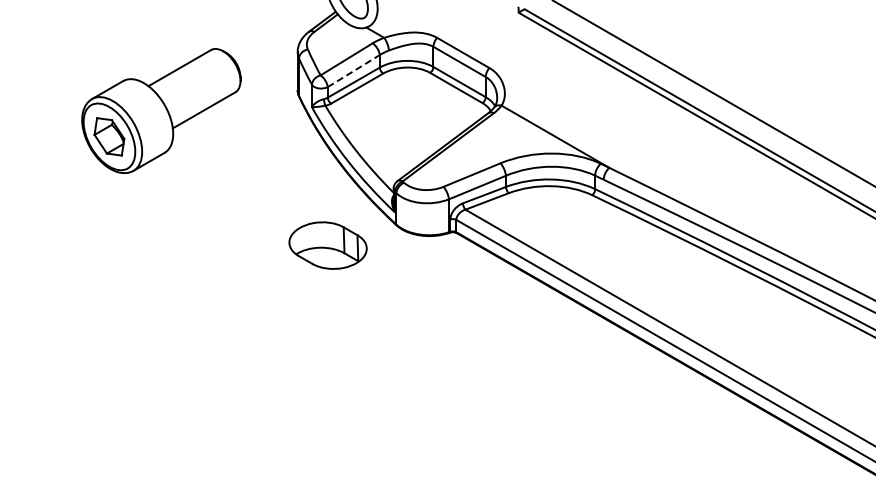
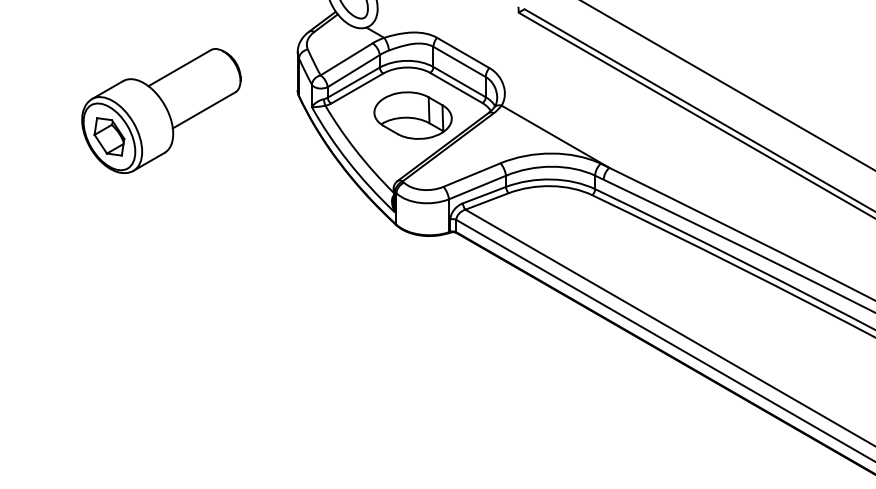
line at (353, 71): dashed -> solid
line at (714, 93) position: (714, 93) -> (727, 85)
part at (327, 245) position: (327, 245) -> (412, 115)
